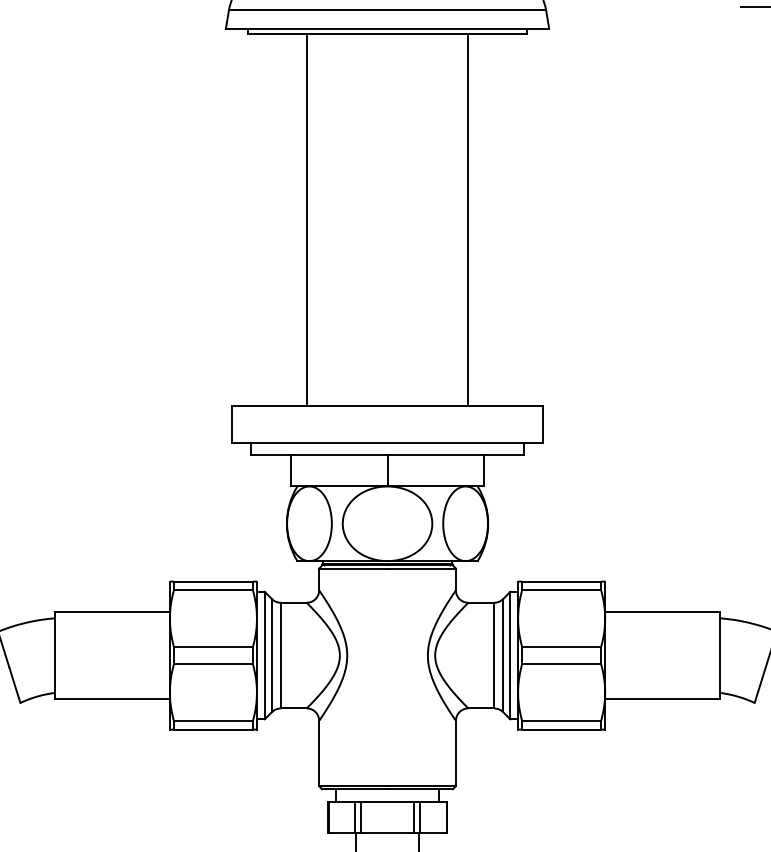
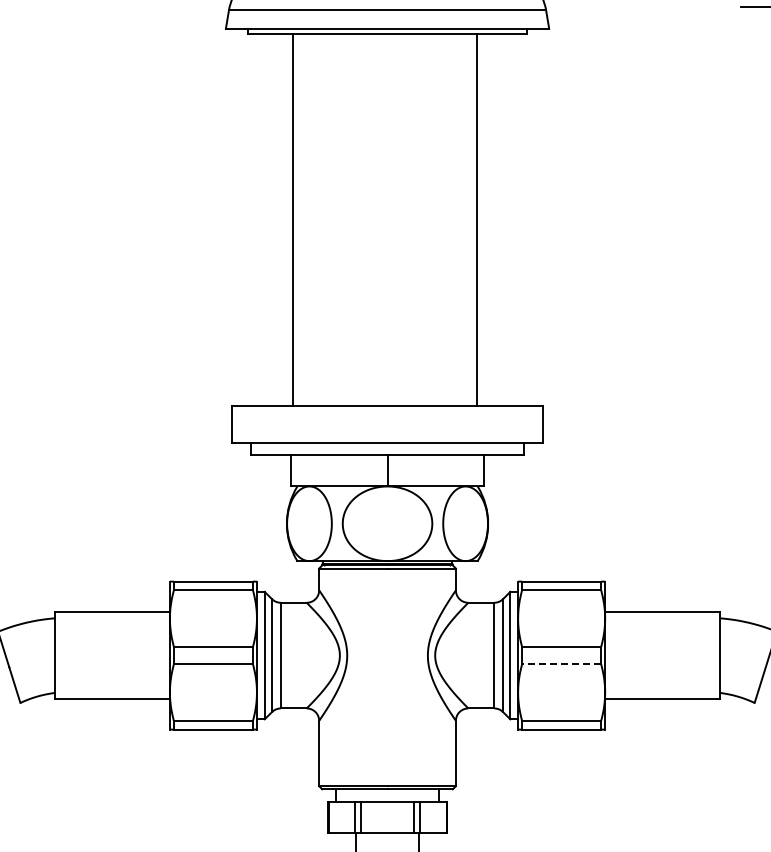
line at (307, 219) position: (307, 219) -> (293, 219)
line at (467, 219) position: (467, 219) -> (476, 219)
line at (561, 664): solid -> dashed
